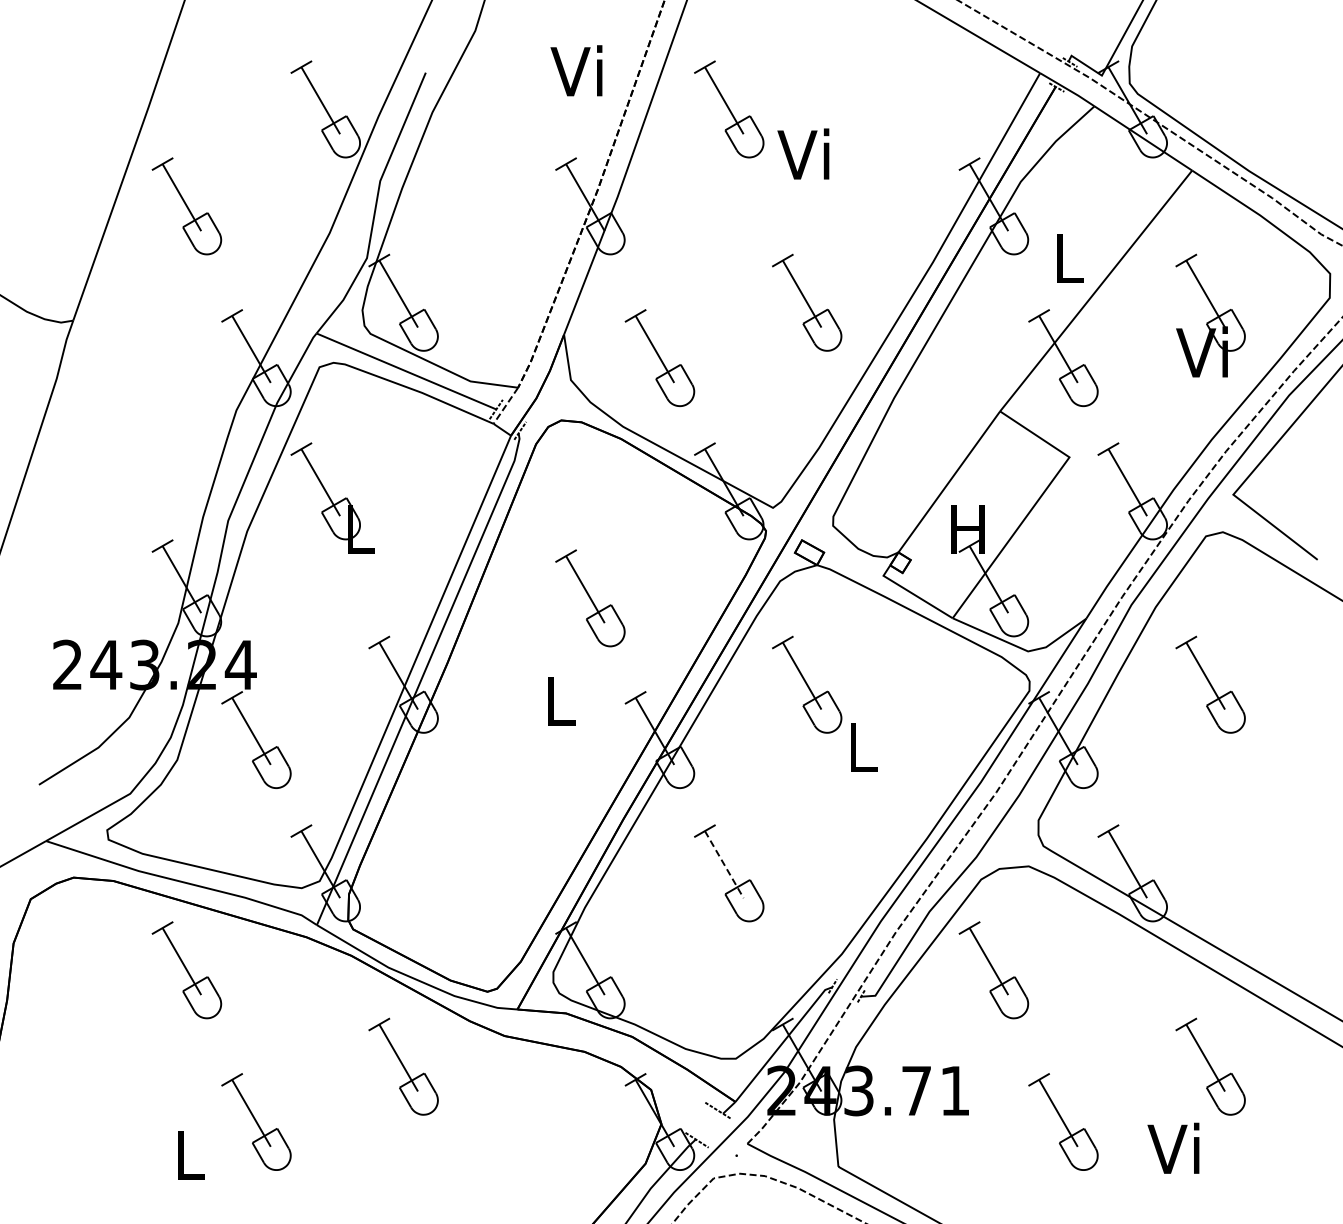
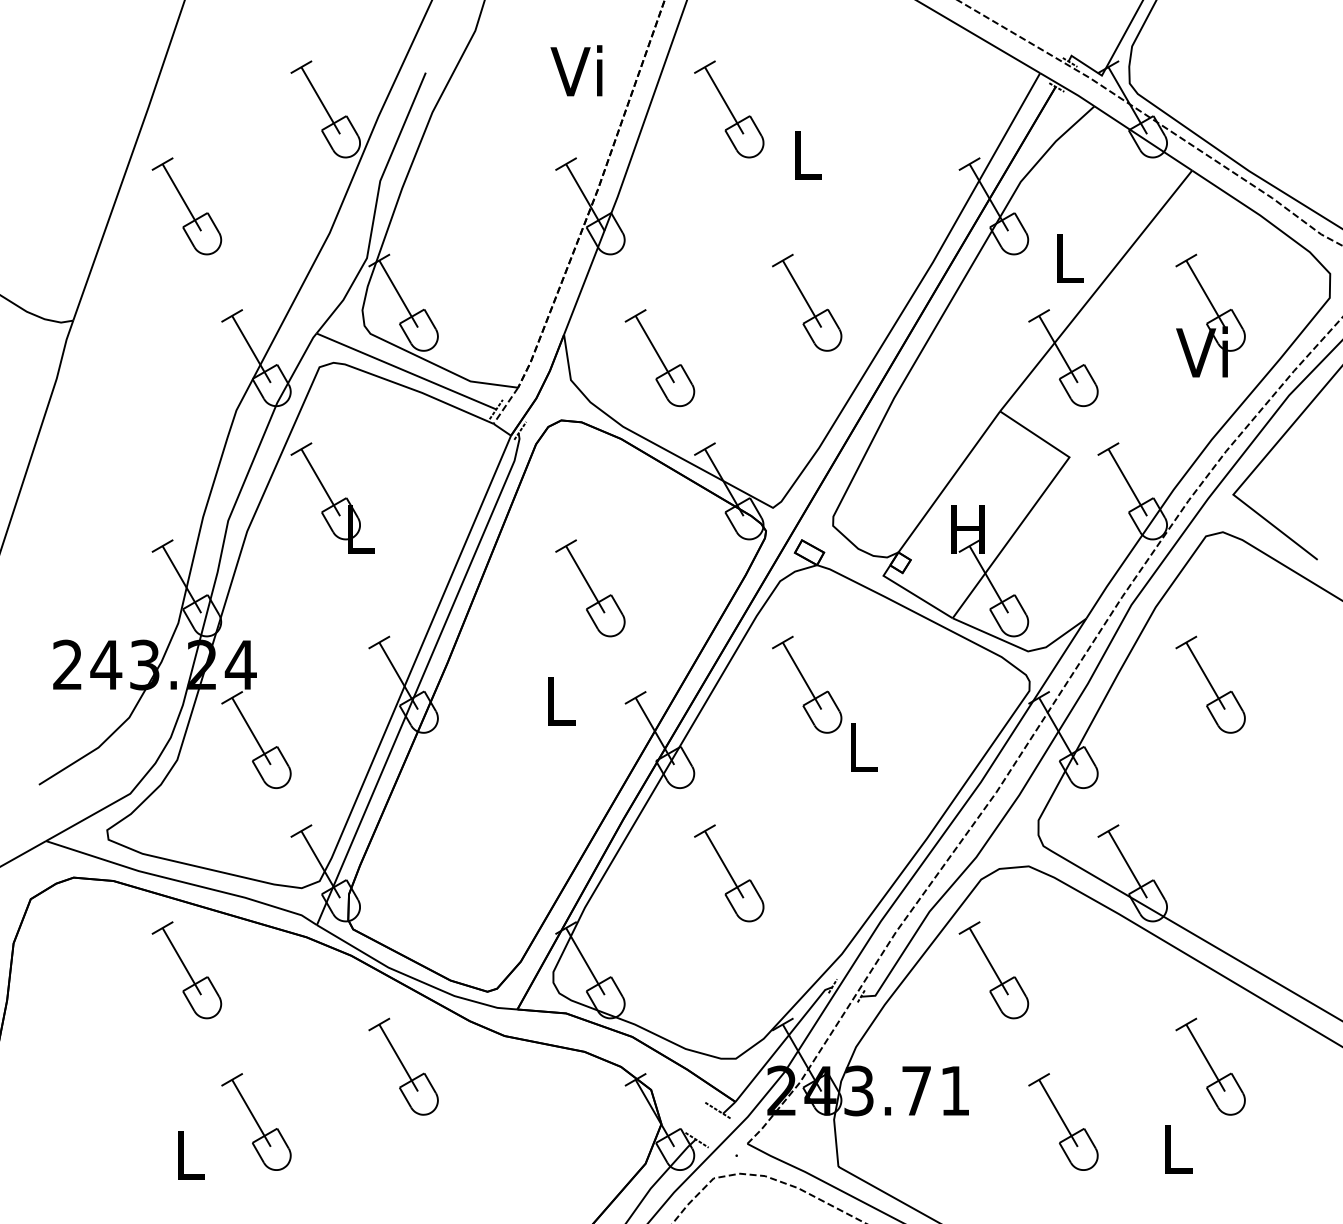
text at (803, 153): Vi -> L
part at (590, 598) position: (590, 598) -> (590, 588)
line at (724, 864): dashed -> solid
text at (1173, 1147): Vi -> L
